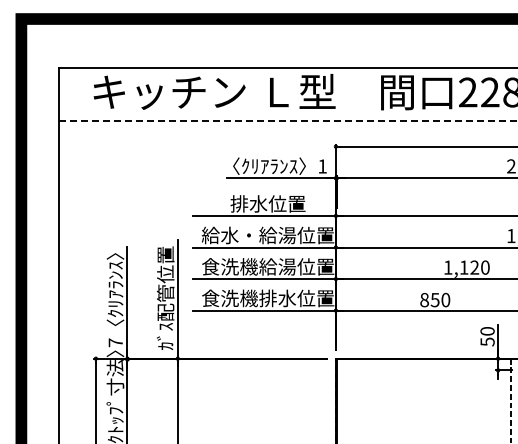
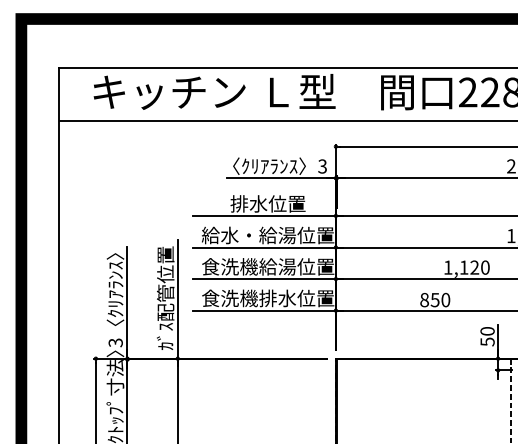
line at (288, 121): dashed -> solid
text at (322, 166): 1 -> 3
text at (115, 342): 7 -> 3
